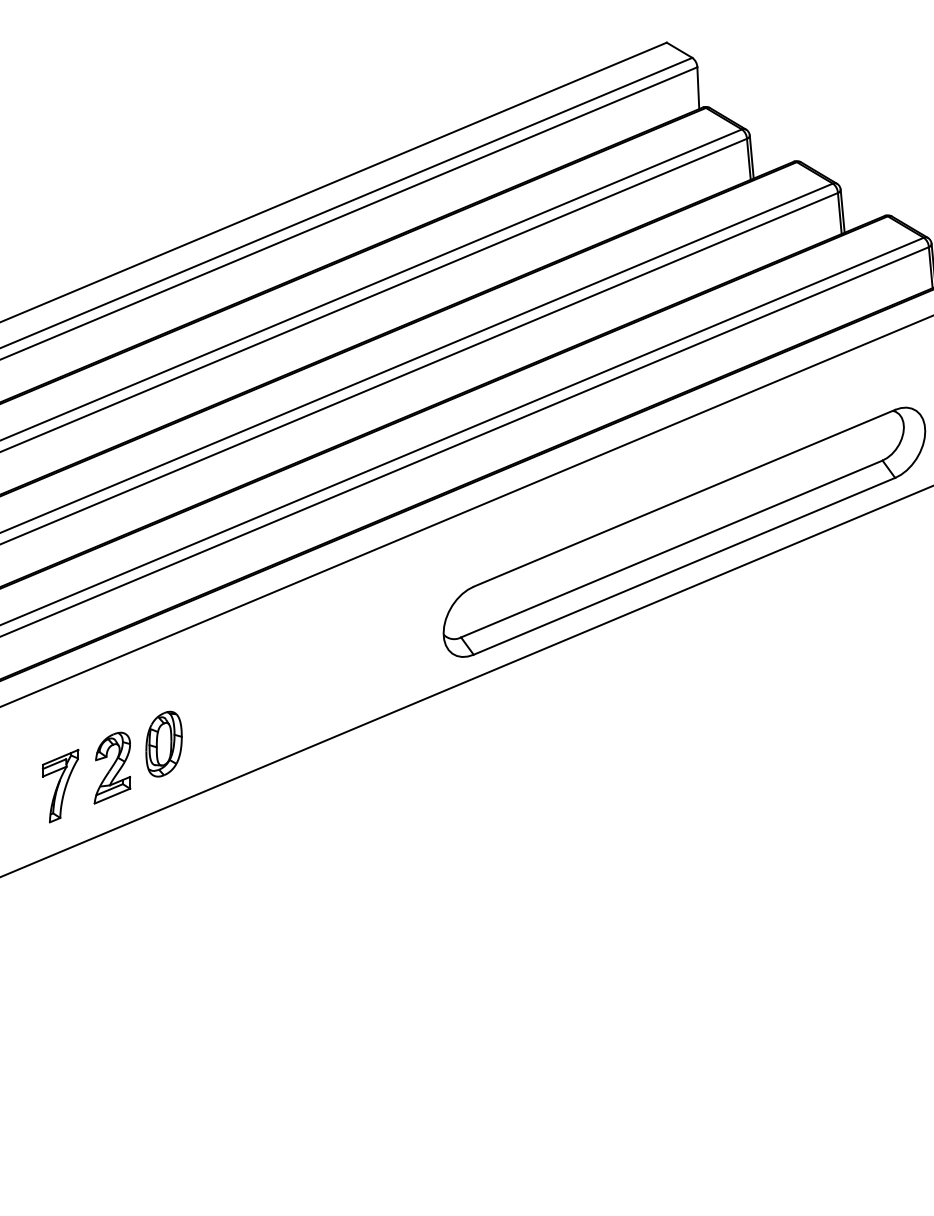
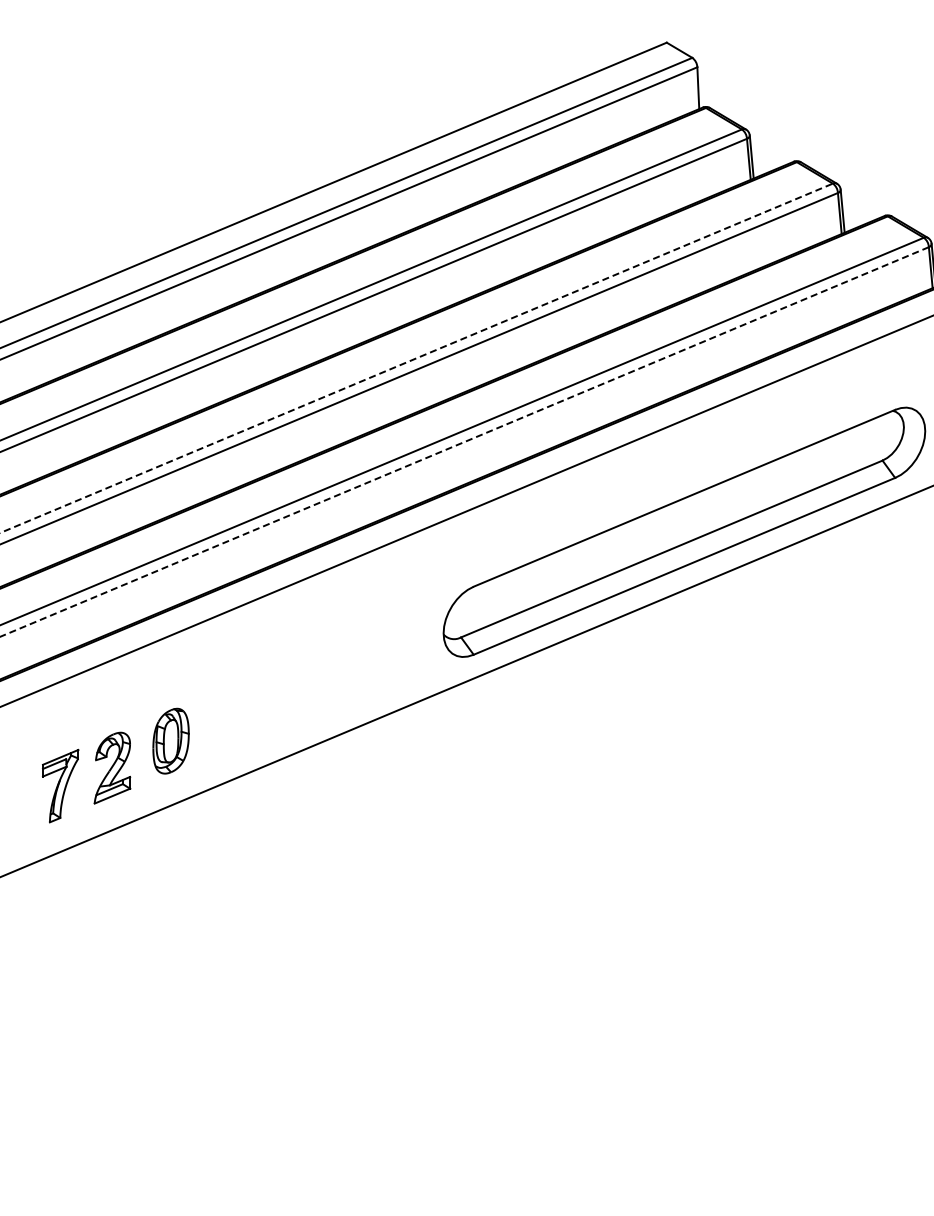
line at (417, 358): solid -> dashed
line at (464, 442): solid -> dashed
part at (163, 743) position: (163, 743) -> (170, 740)
